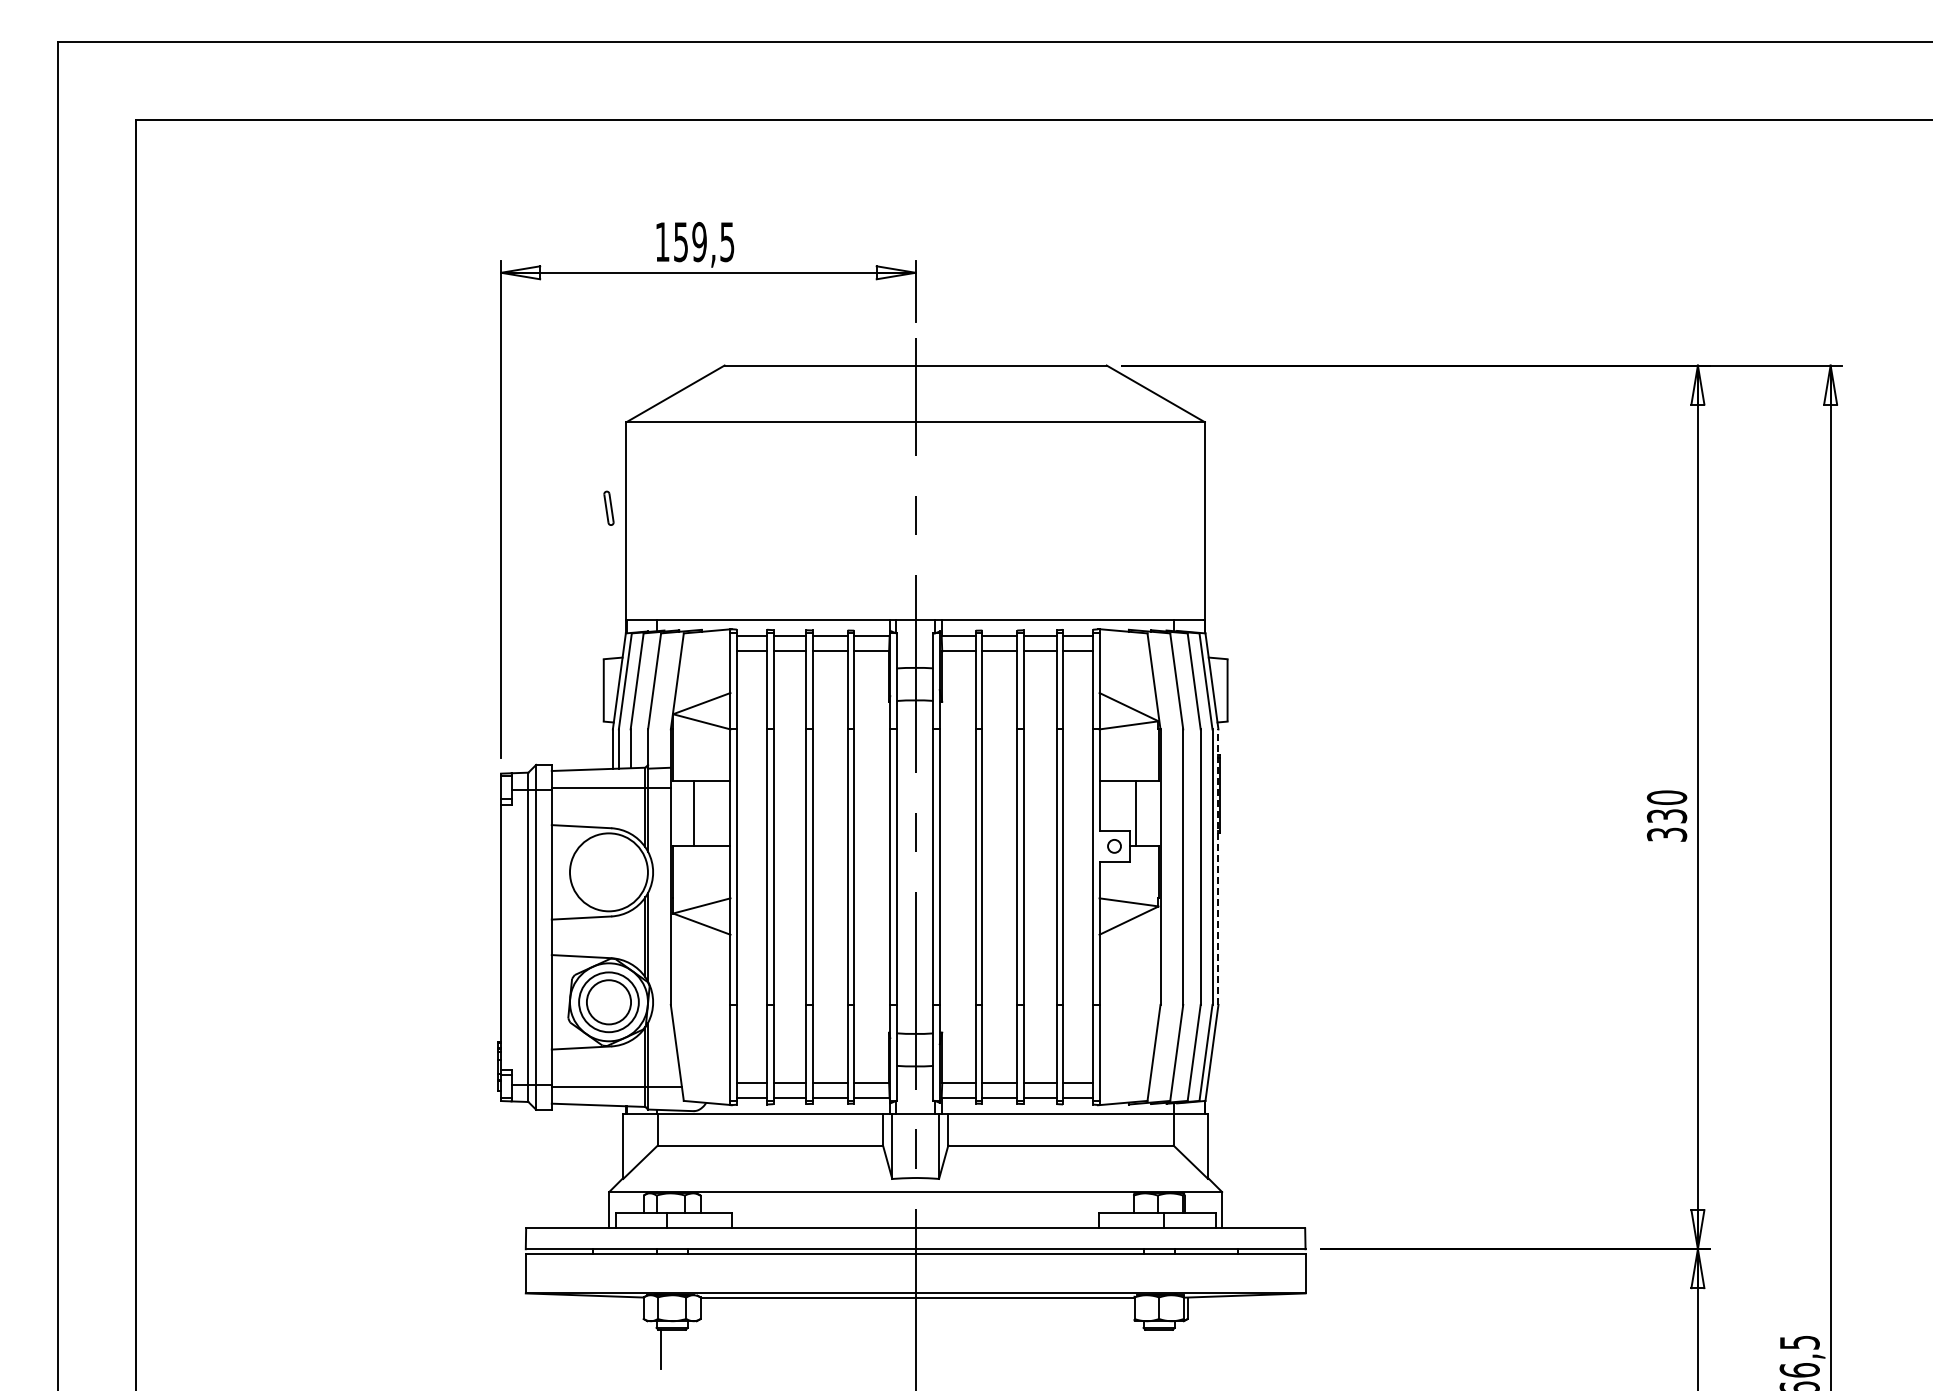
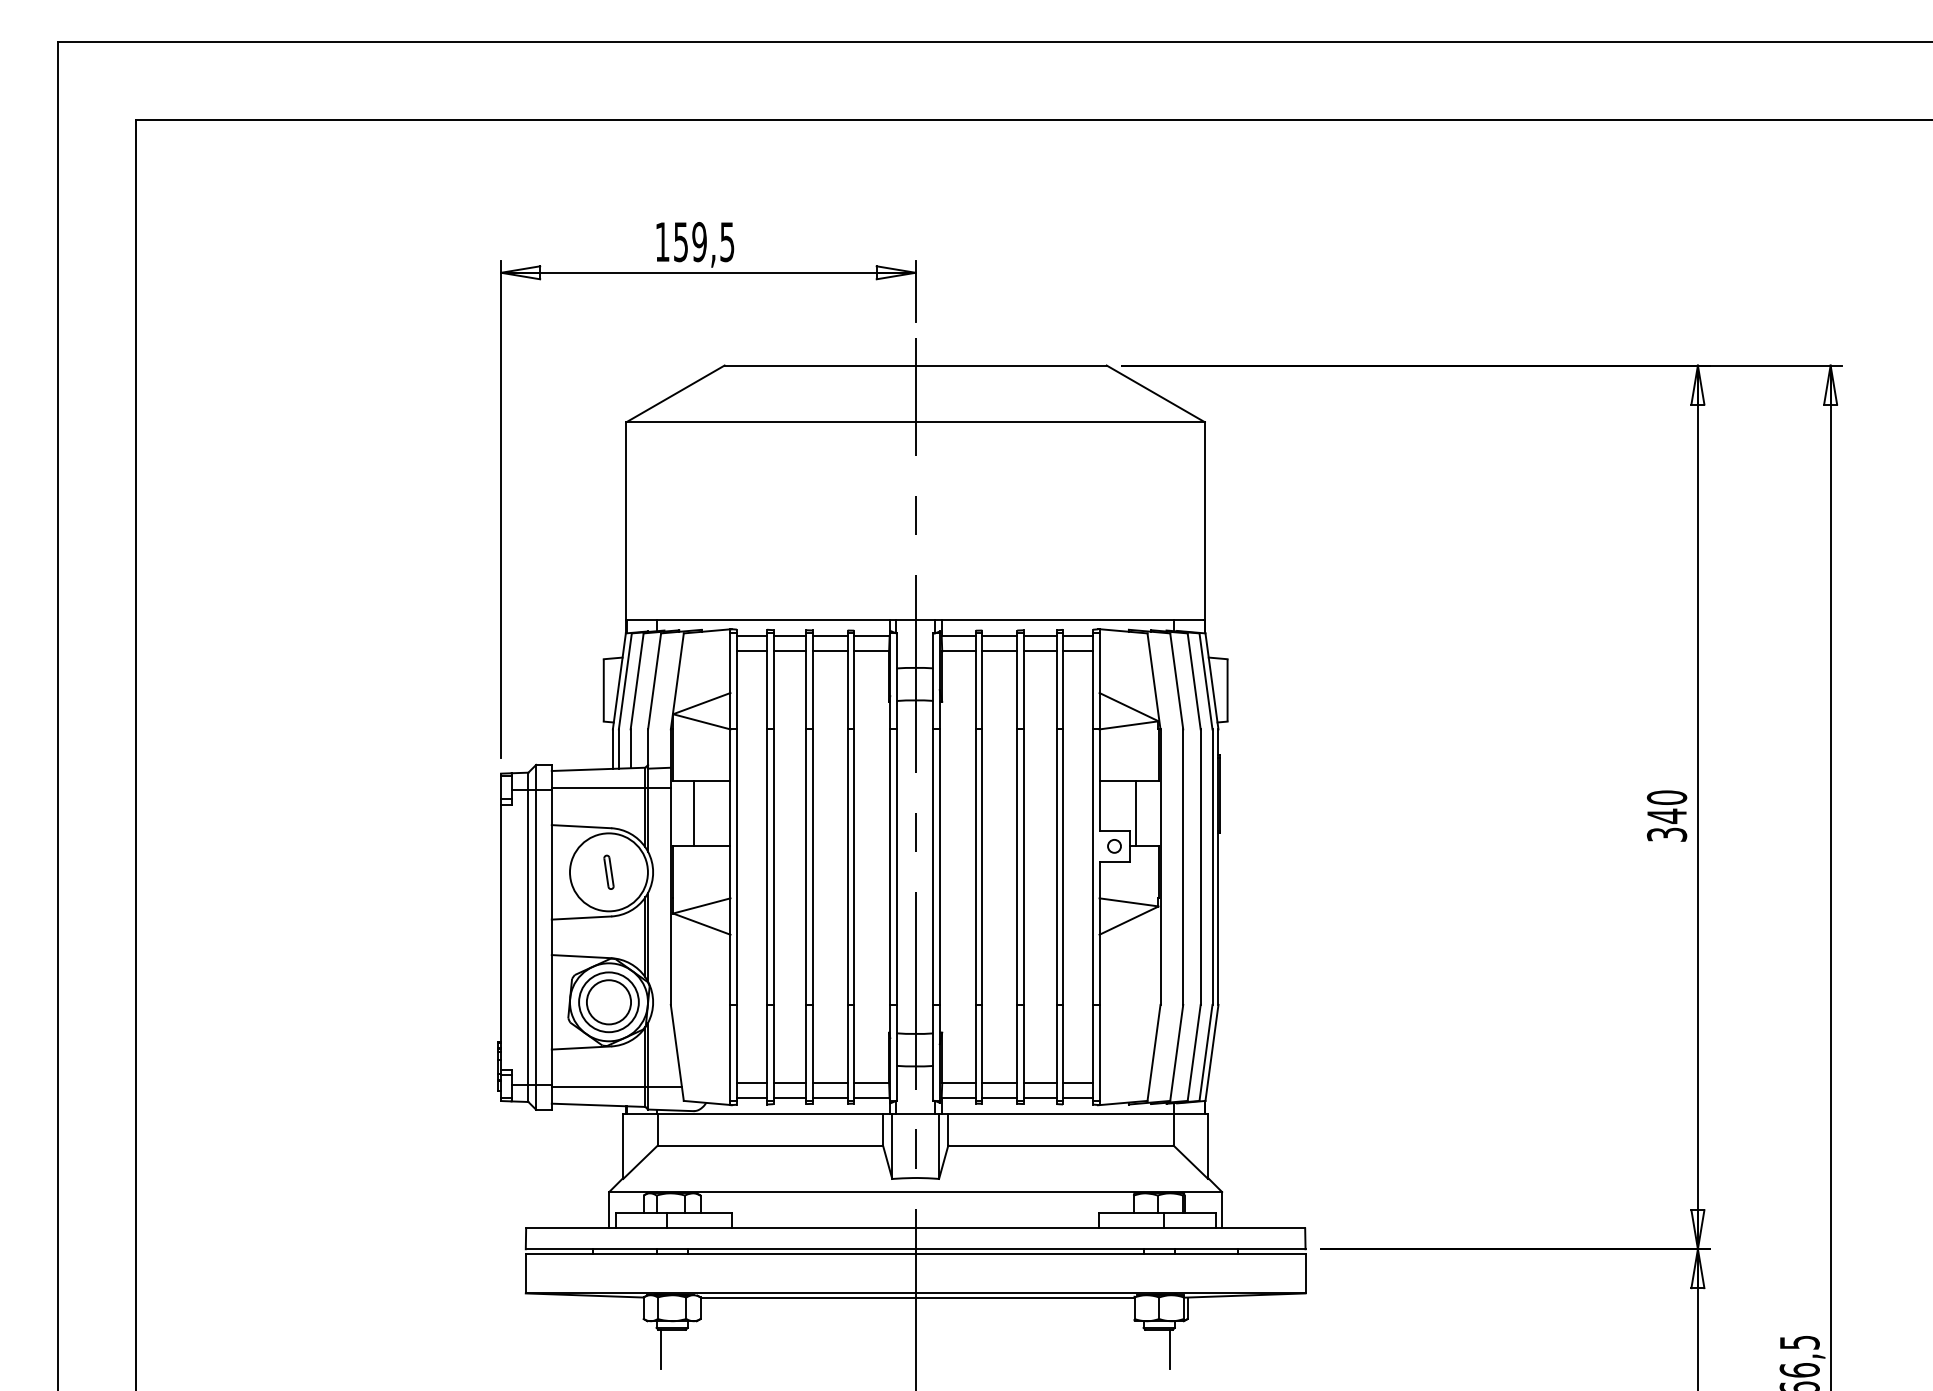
part at (608, 507) position: (608, 507) -> (608, 871)
text at (1666, 816): 330 -> 340
line at (1218, 867): dashed -> solid
line at (1170, 1348): none -> present
